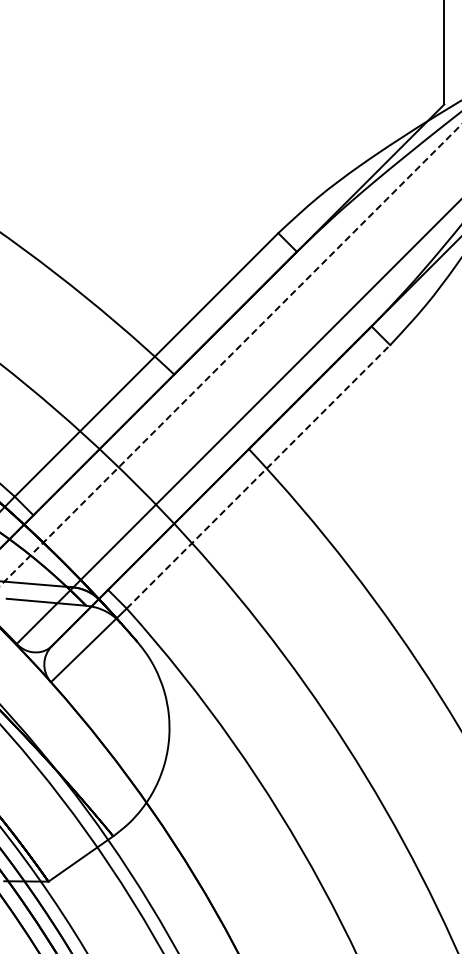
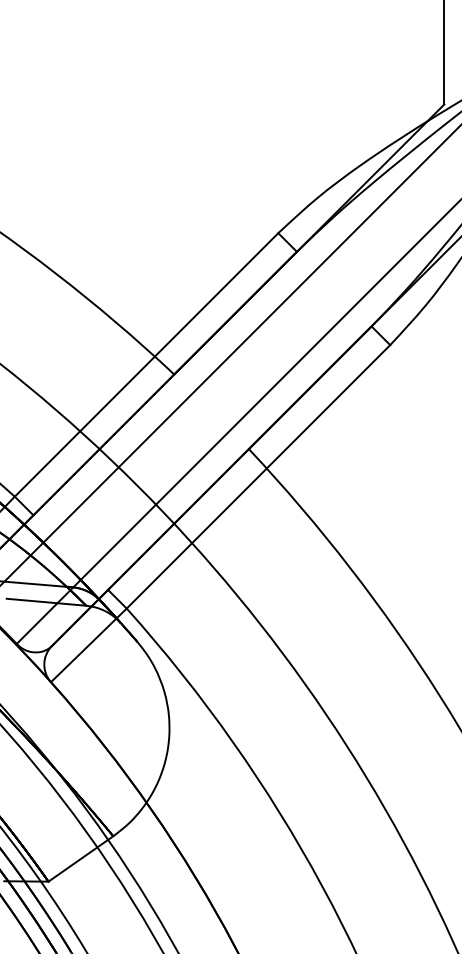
line at (231, 354): dashed -> solid
line at (258, 476): dashed -> solid
